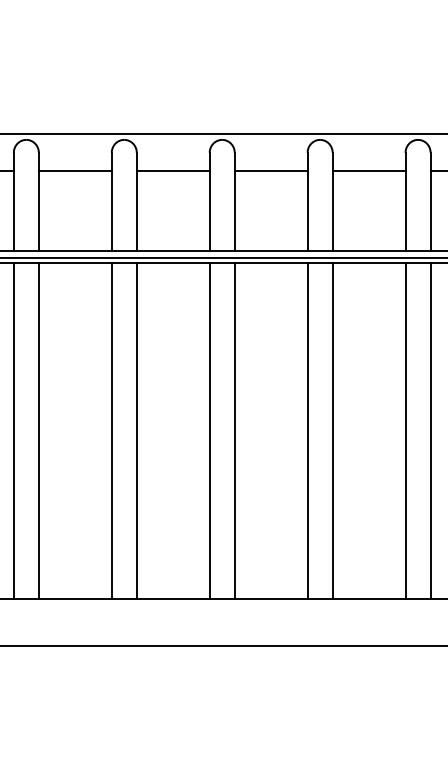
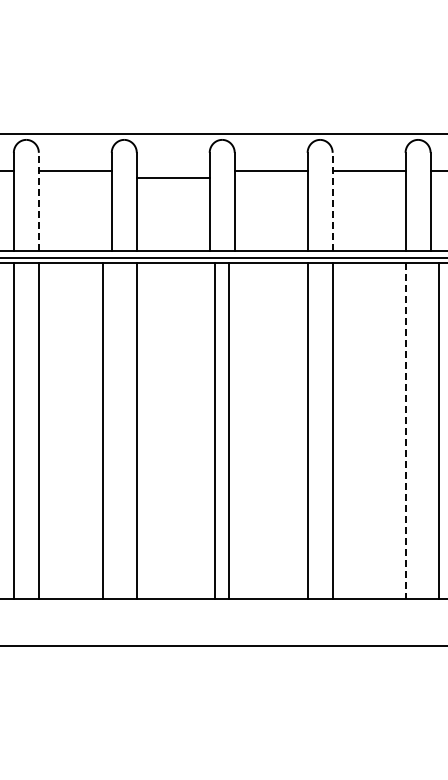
line at (172, 171) position: (172, 171) -> (172, 178)
line at (38, 201): solid -> dashed
line at (332, 201): solid -> dashed
line at (111, 430) position: (111, 430) -> (102, 430)
line at (209, 430) position: (209, 430) -> (214, 430)
line at (234, 430) position: (234, 430) -> (228, 430)
line at (430, 430) position: (430, 430) -> (438, 430)
line at (405, 431): solid -> dashed
